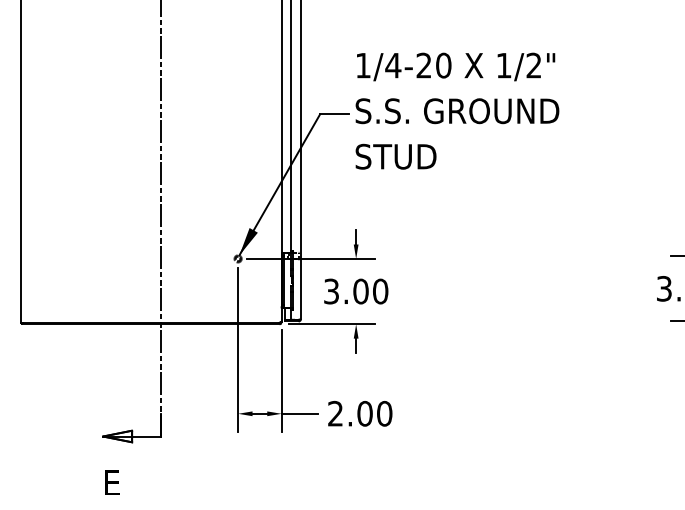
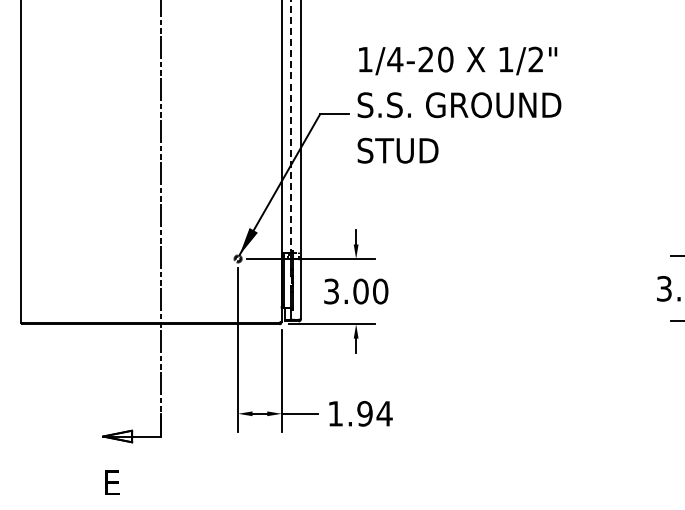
text at (457, 110) position: (457, 110) -> (459, 104)
line at (290, 126): solid -> dashed
text at (360, 413): 2.00 -> 1.94
